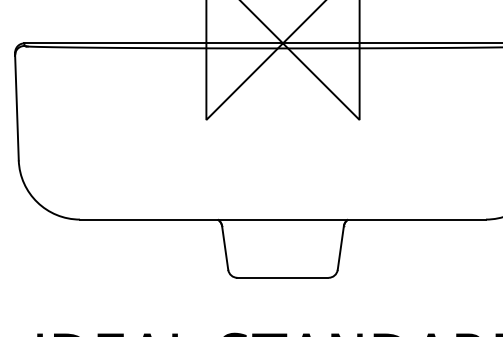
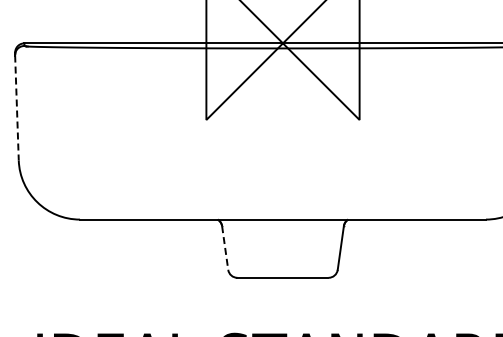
line at (16, 108): solid -> dashed
line at (225, 248): solid -> dashed
